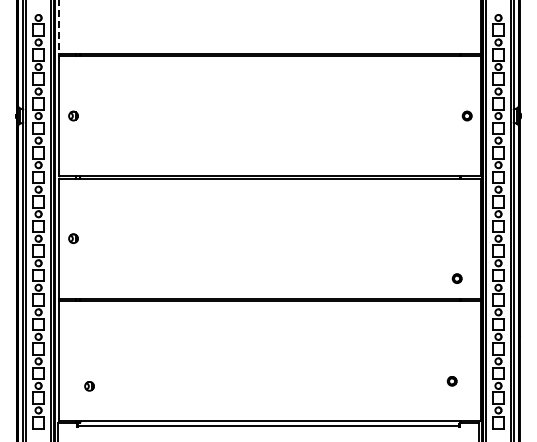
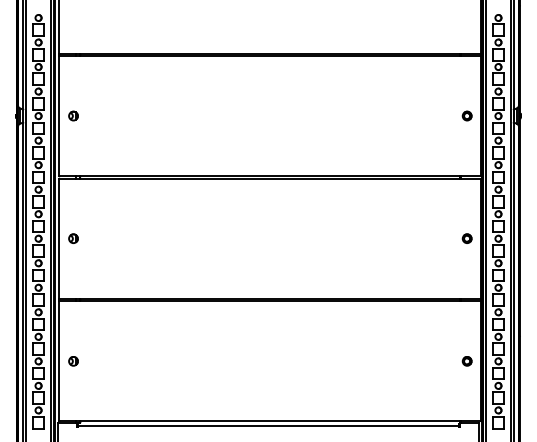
line at (59, 27): dashed -> solid
part at (456, 278) position: (456, 278) -> (466, 238)
part at (451, 381) position: (451, 381) -> (466, 361)
part at (89, 386) position: (89, 386) -> (73, 361)
